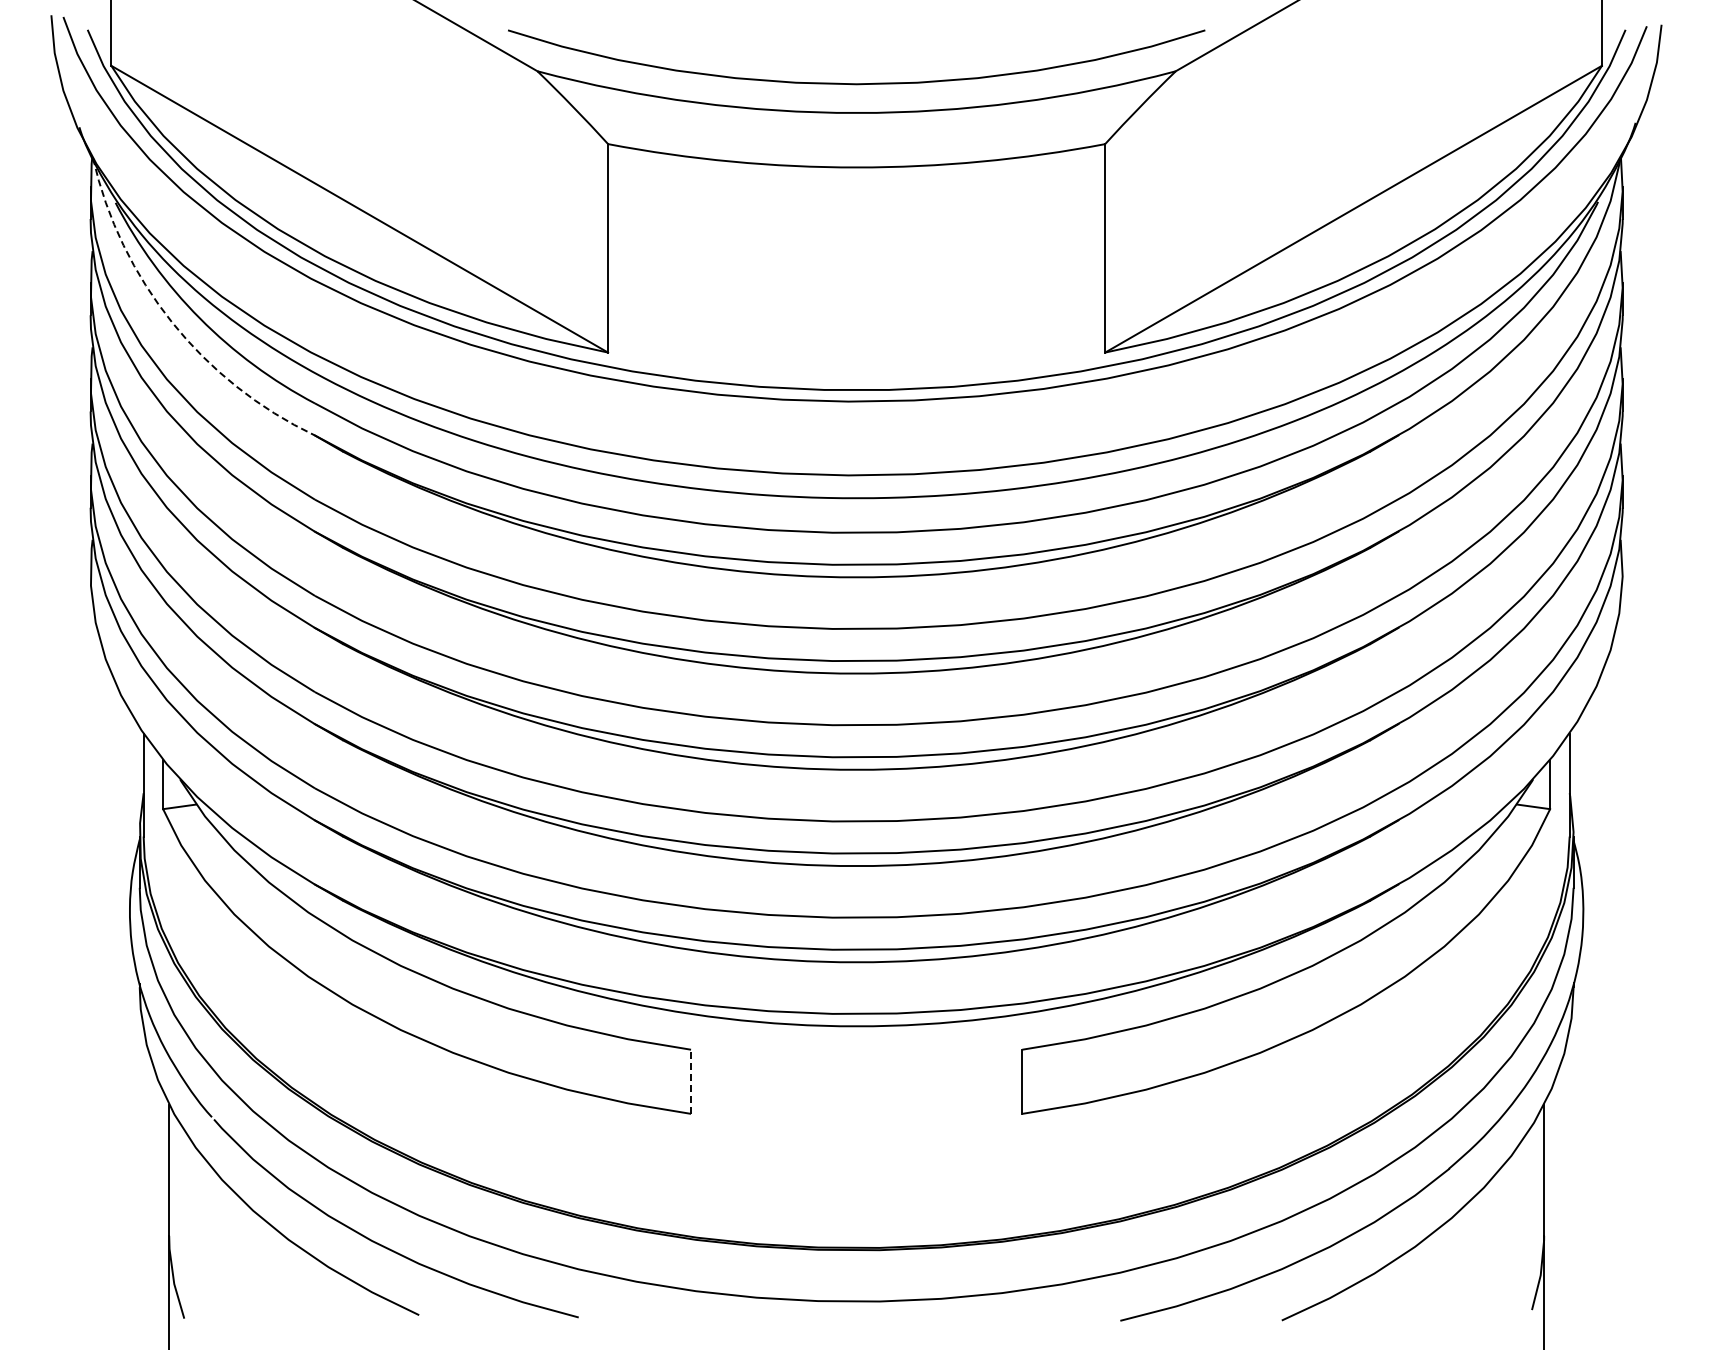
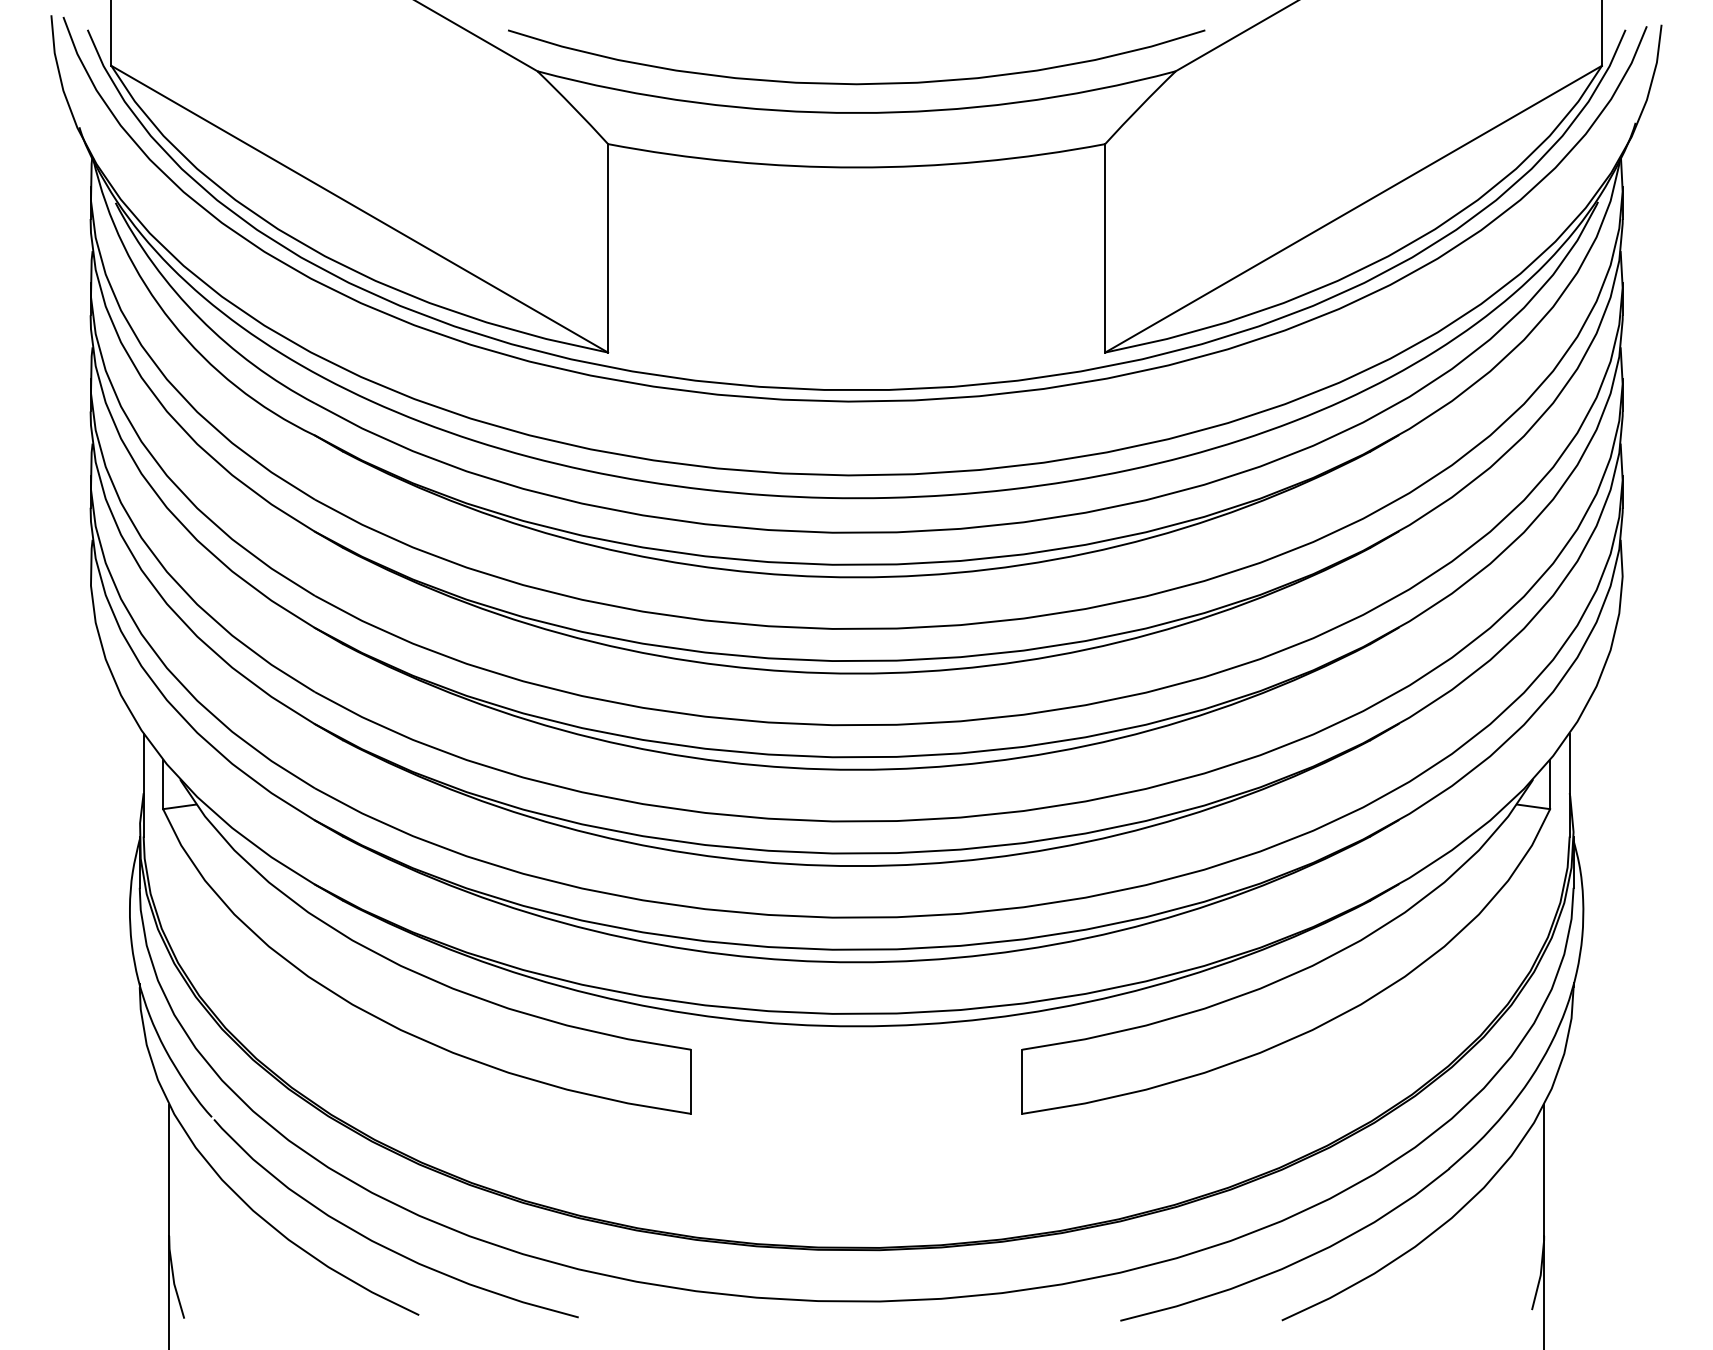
arc at (172, 322): dashed -> solid
line at (691, 1081): dashed -> solid
